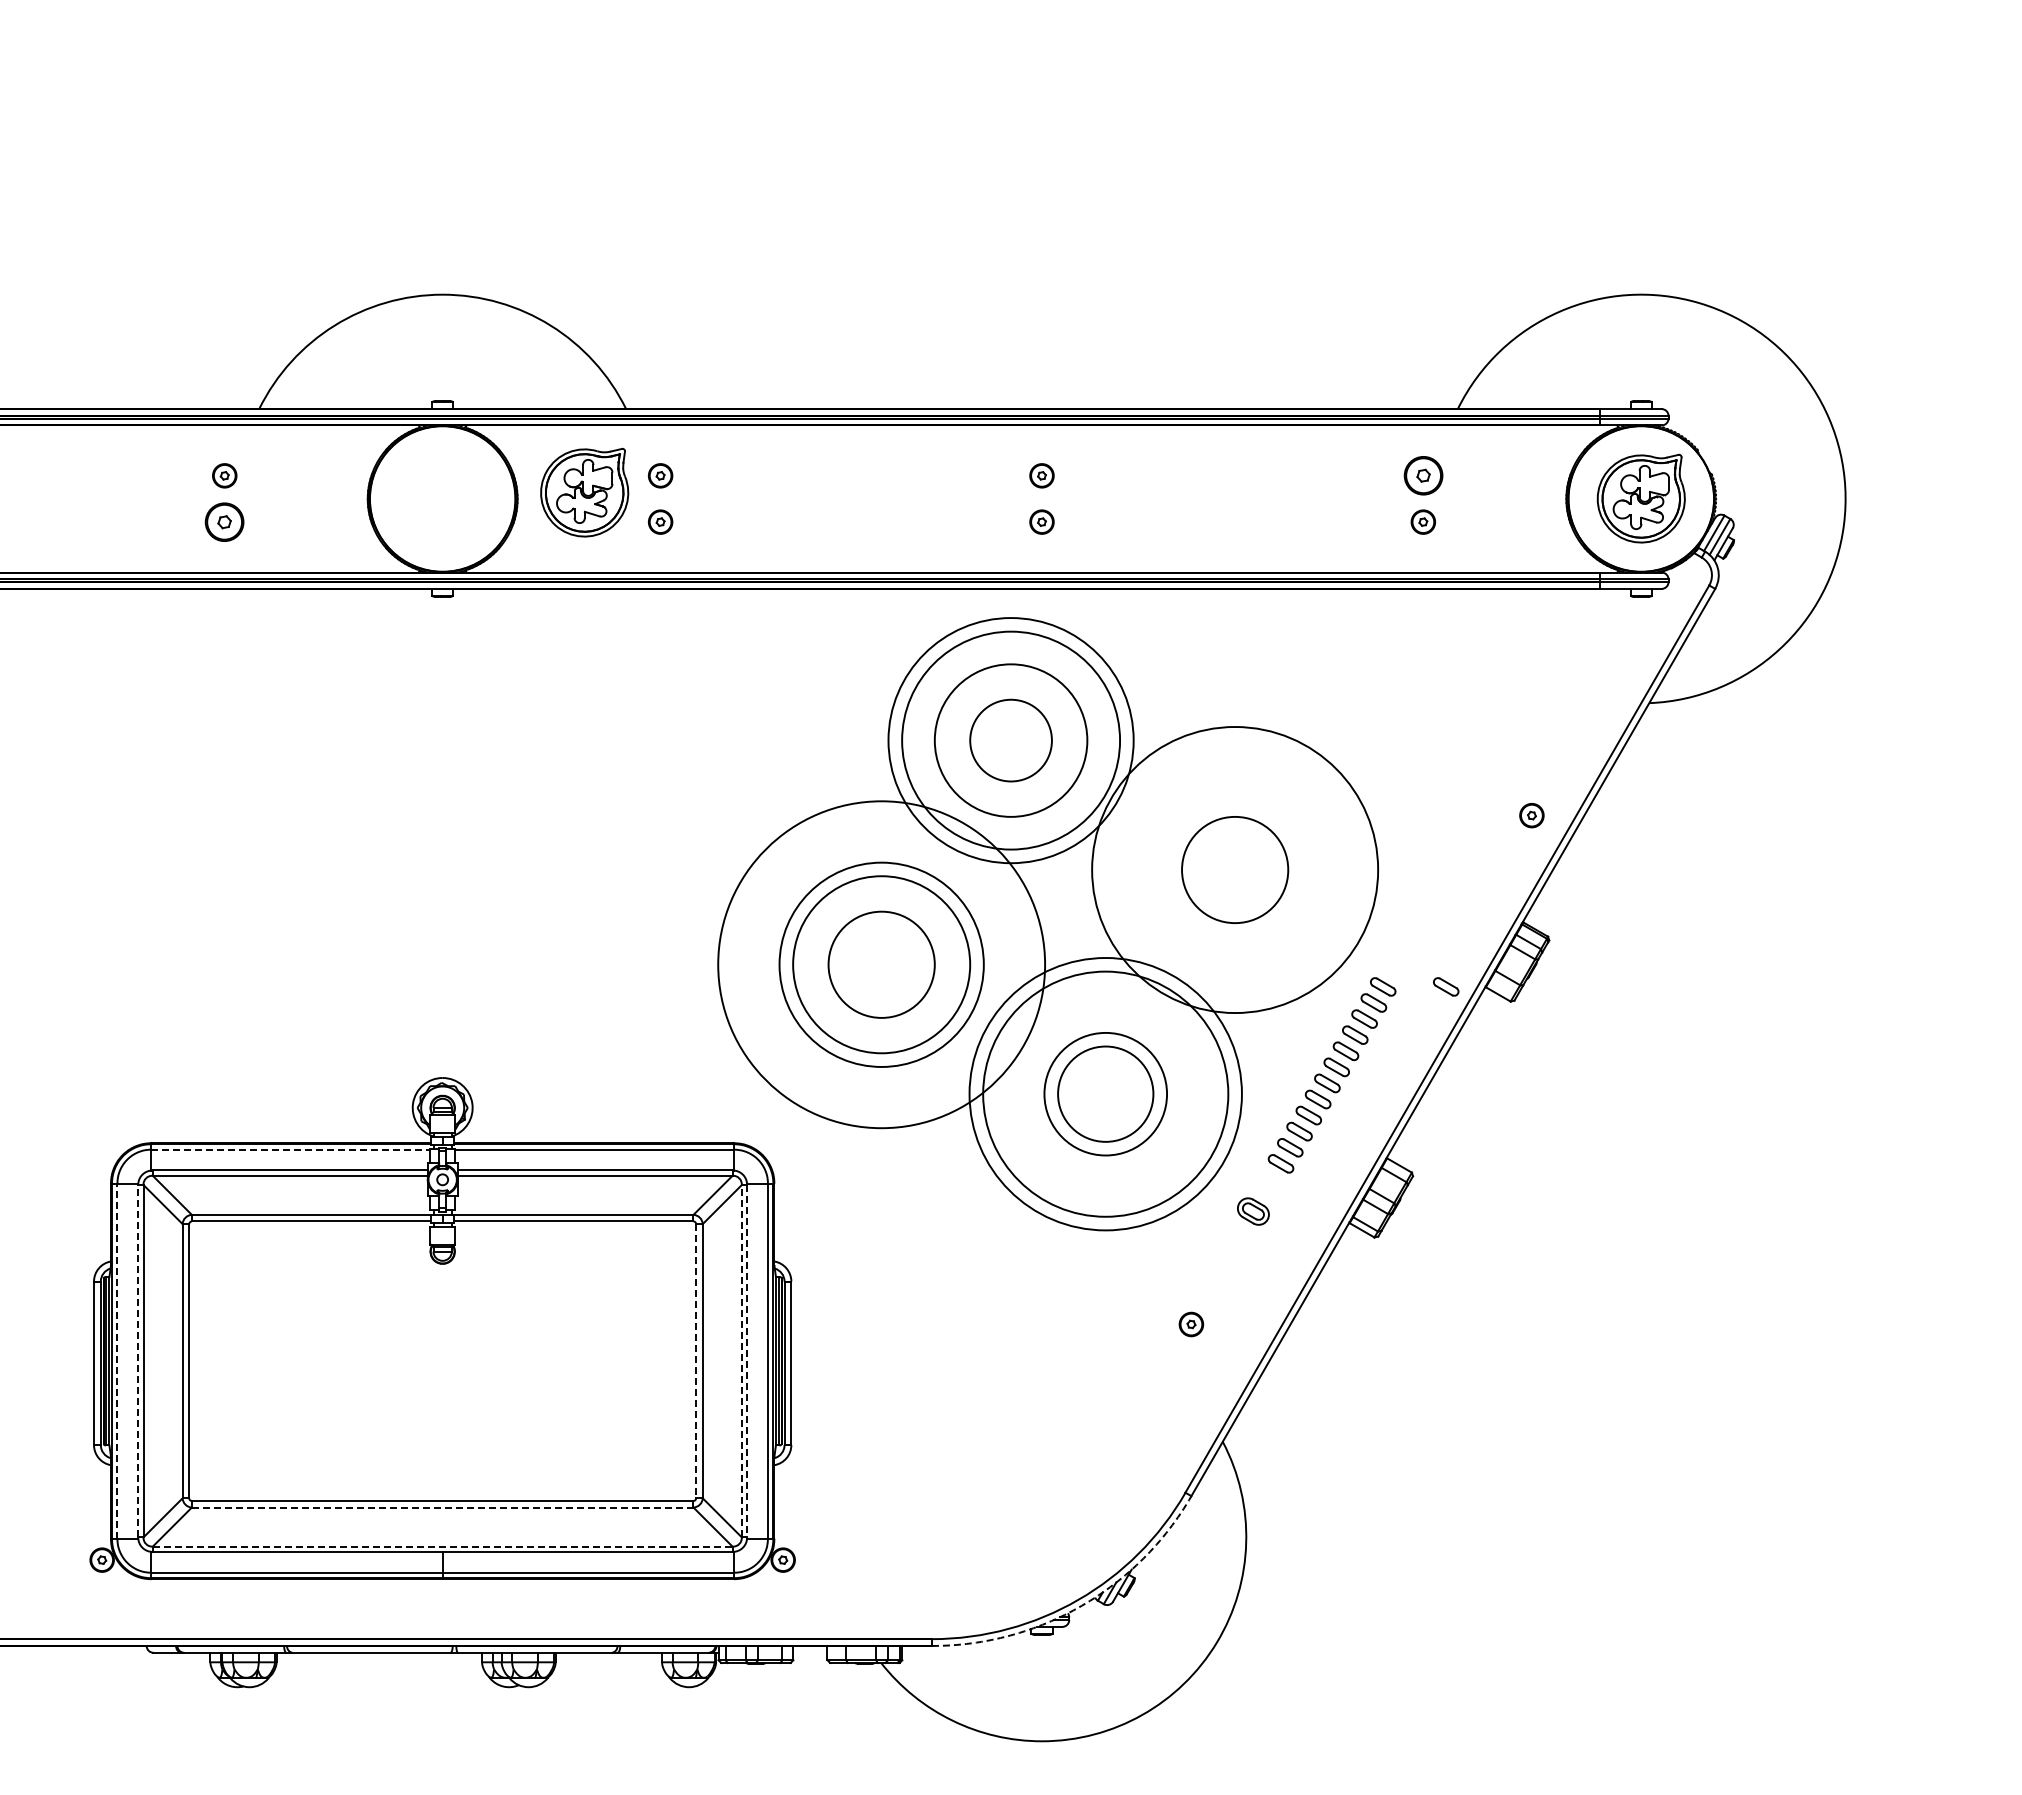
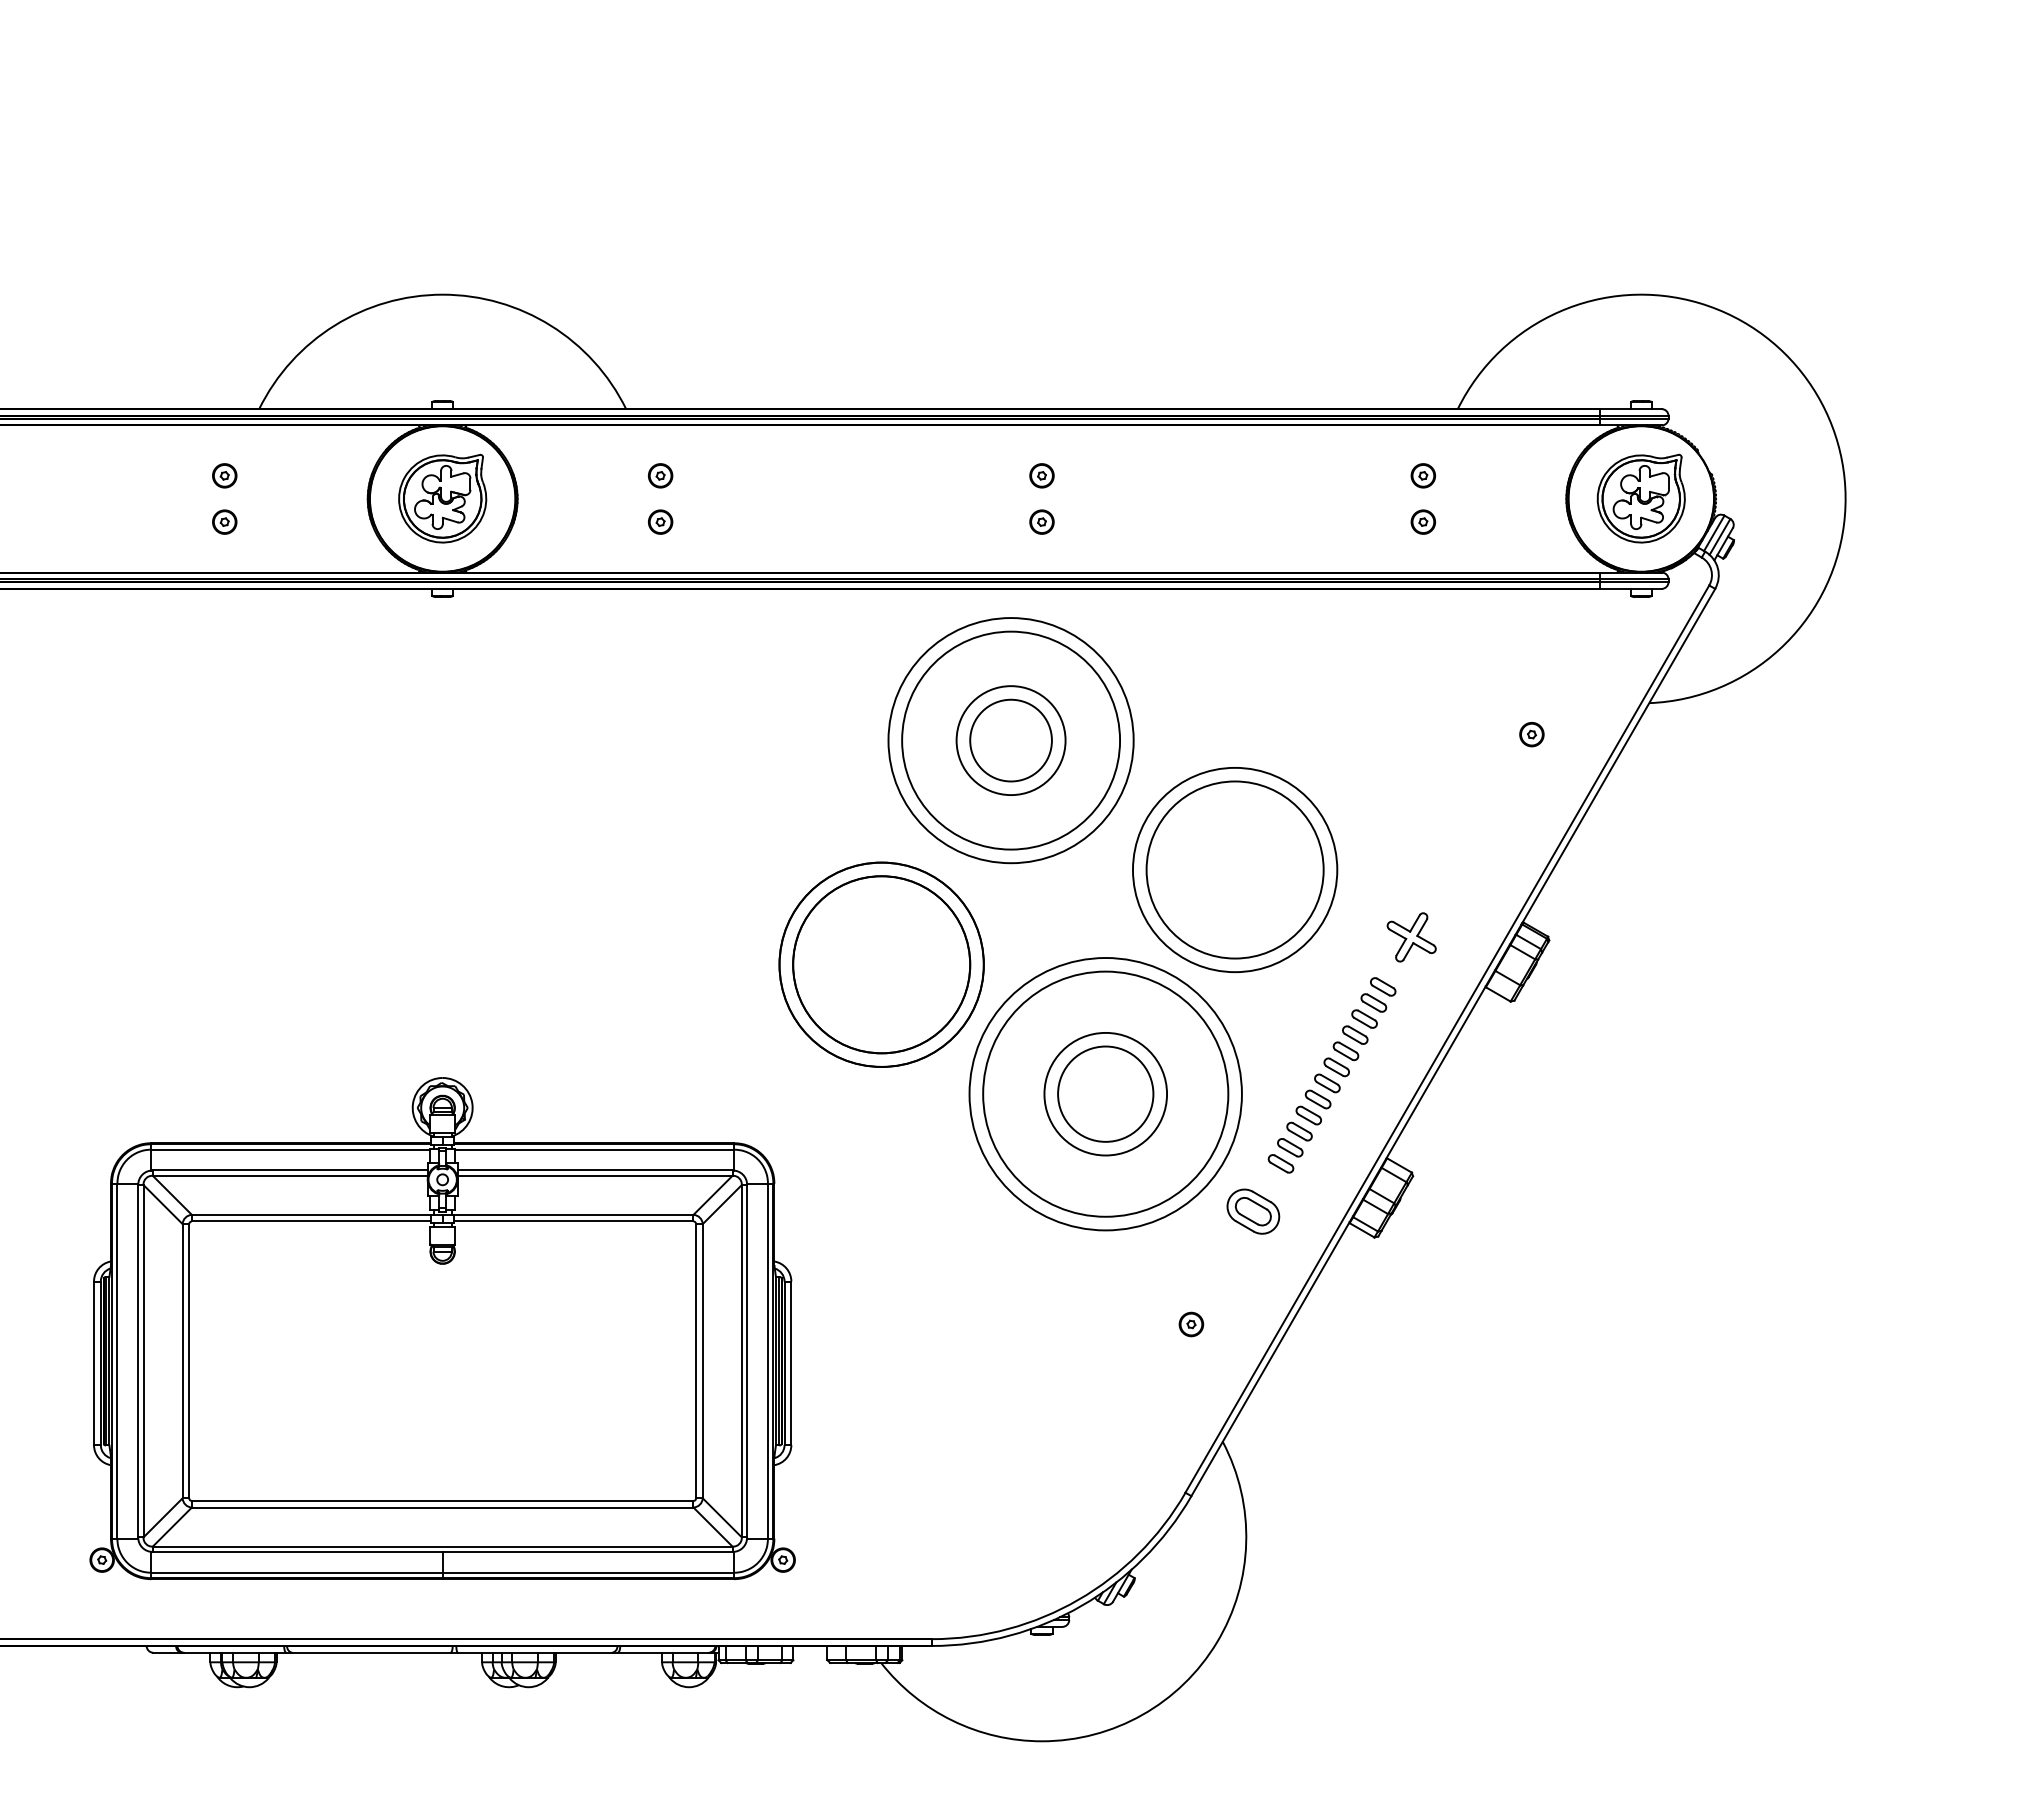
part at (1423, 475) size: 41x40 px -> 26x26 px
part at (584, 492) position: (584, 492) -> (442, 498)
part at (224, 521) size: 41x40 px -> 26x26 px
circle at (1010, 740) diameter: 153 px -> 109 px
part at (1531, 815) position: (1531, 815) -> (1531, 734)
circle at (1235, 869) diameter: 106 px -> 177 px
circle at (1235, 870) diameter: 286 px -> 204 px
part at (1411, 937): none -> present
circle at (881, 964) diameter: 106 px -> 177 px
circle at (881, 964) diameter: 327 px -> 204 px
part at (1446, 986): present -> none
line at (291, 1149): dashed -> solid
part at (1253, 1211) size: 33x29 px -> 55x47 px
line at (117, 1360): dashed -> solid
line at (138, 1360): dashed -> solid
line at (741, 1360): dashed -> solid
line at (696, 1361): dashed -> solid
line at (747, 1361): dashed -> solid
line at (442, 1507): dashed -> solid
line at (442, 1546): dashed -> solid
arc at (1081, 1605): dashed -> solid
